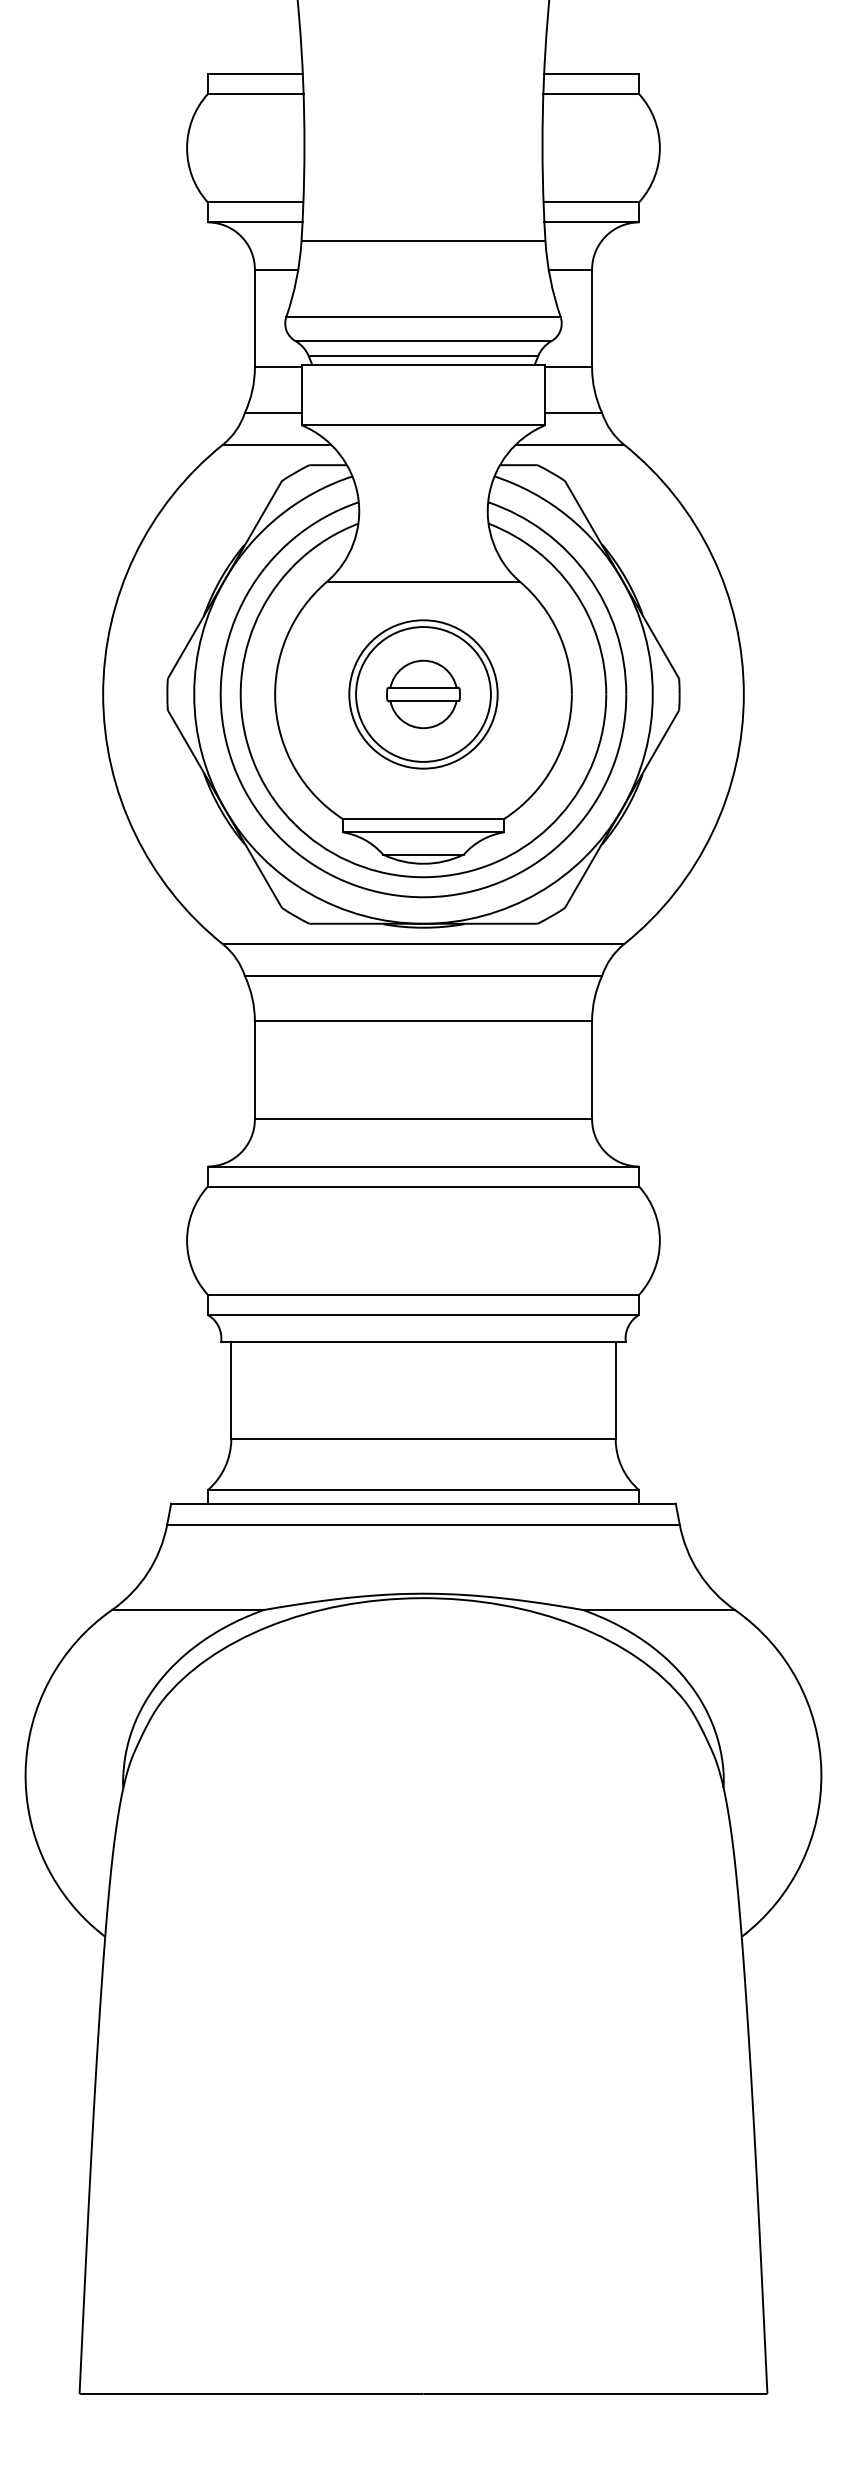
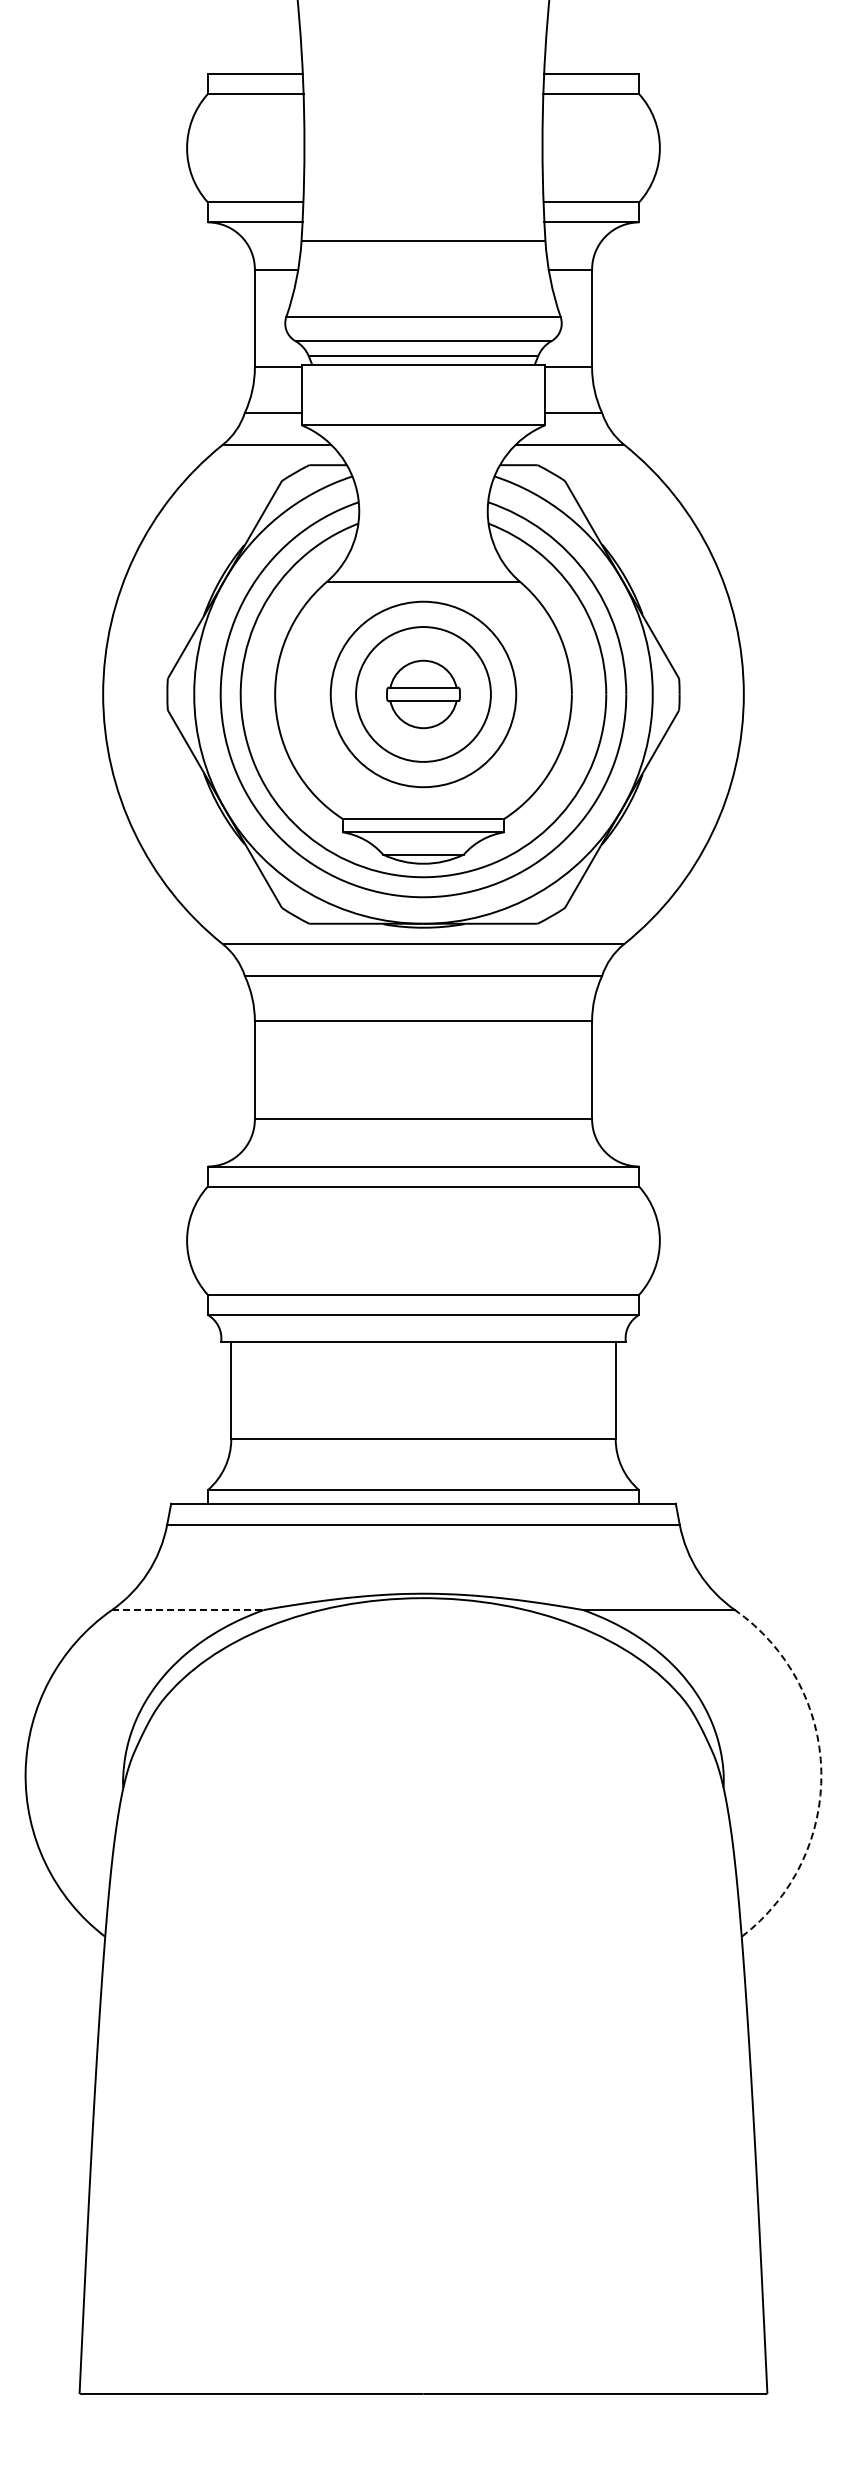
circle at (423, 694) diameter: 148 px -> 185 px
line at (187, 1610): solid -> dashed
arc at (821, 1771): solid -> dashed
